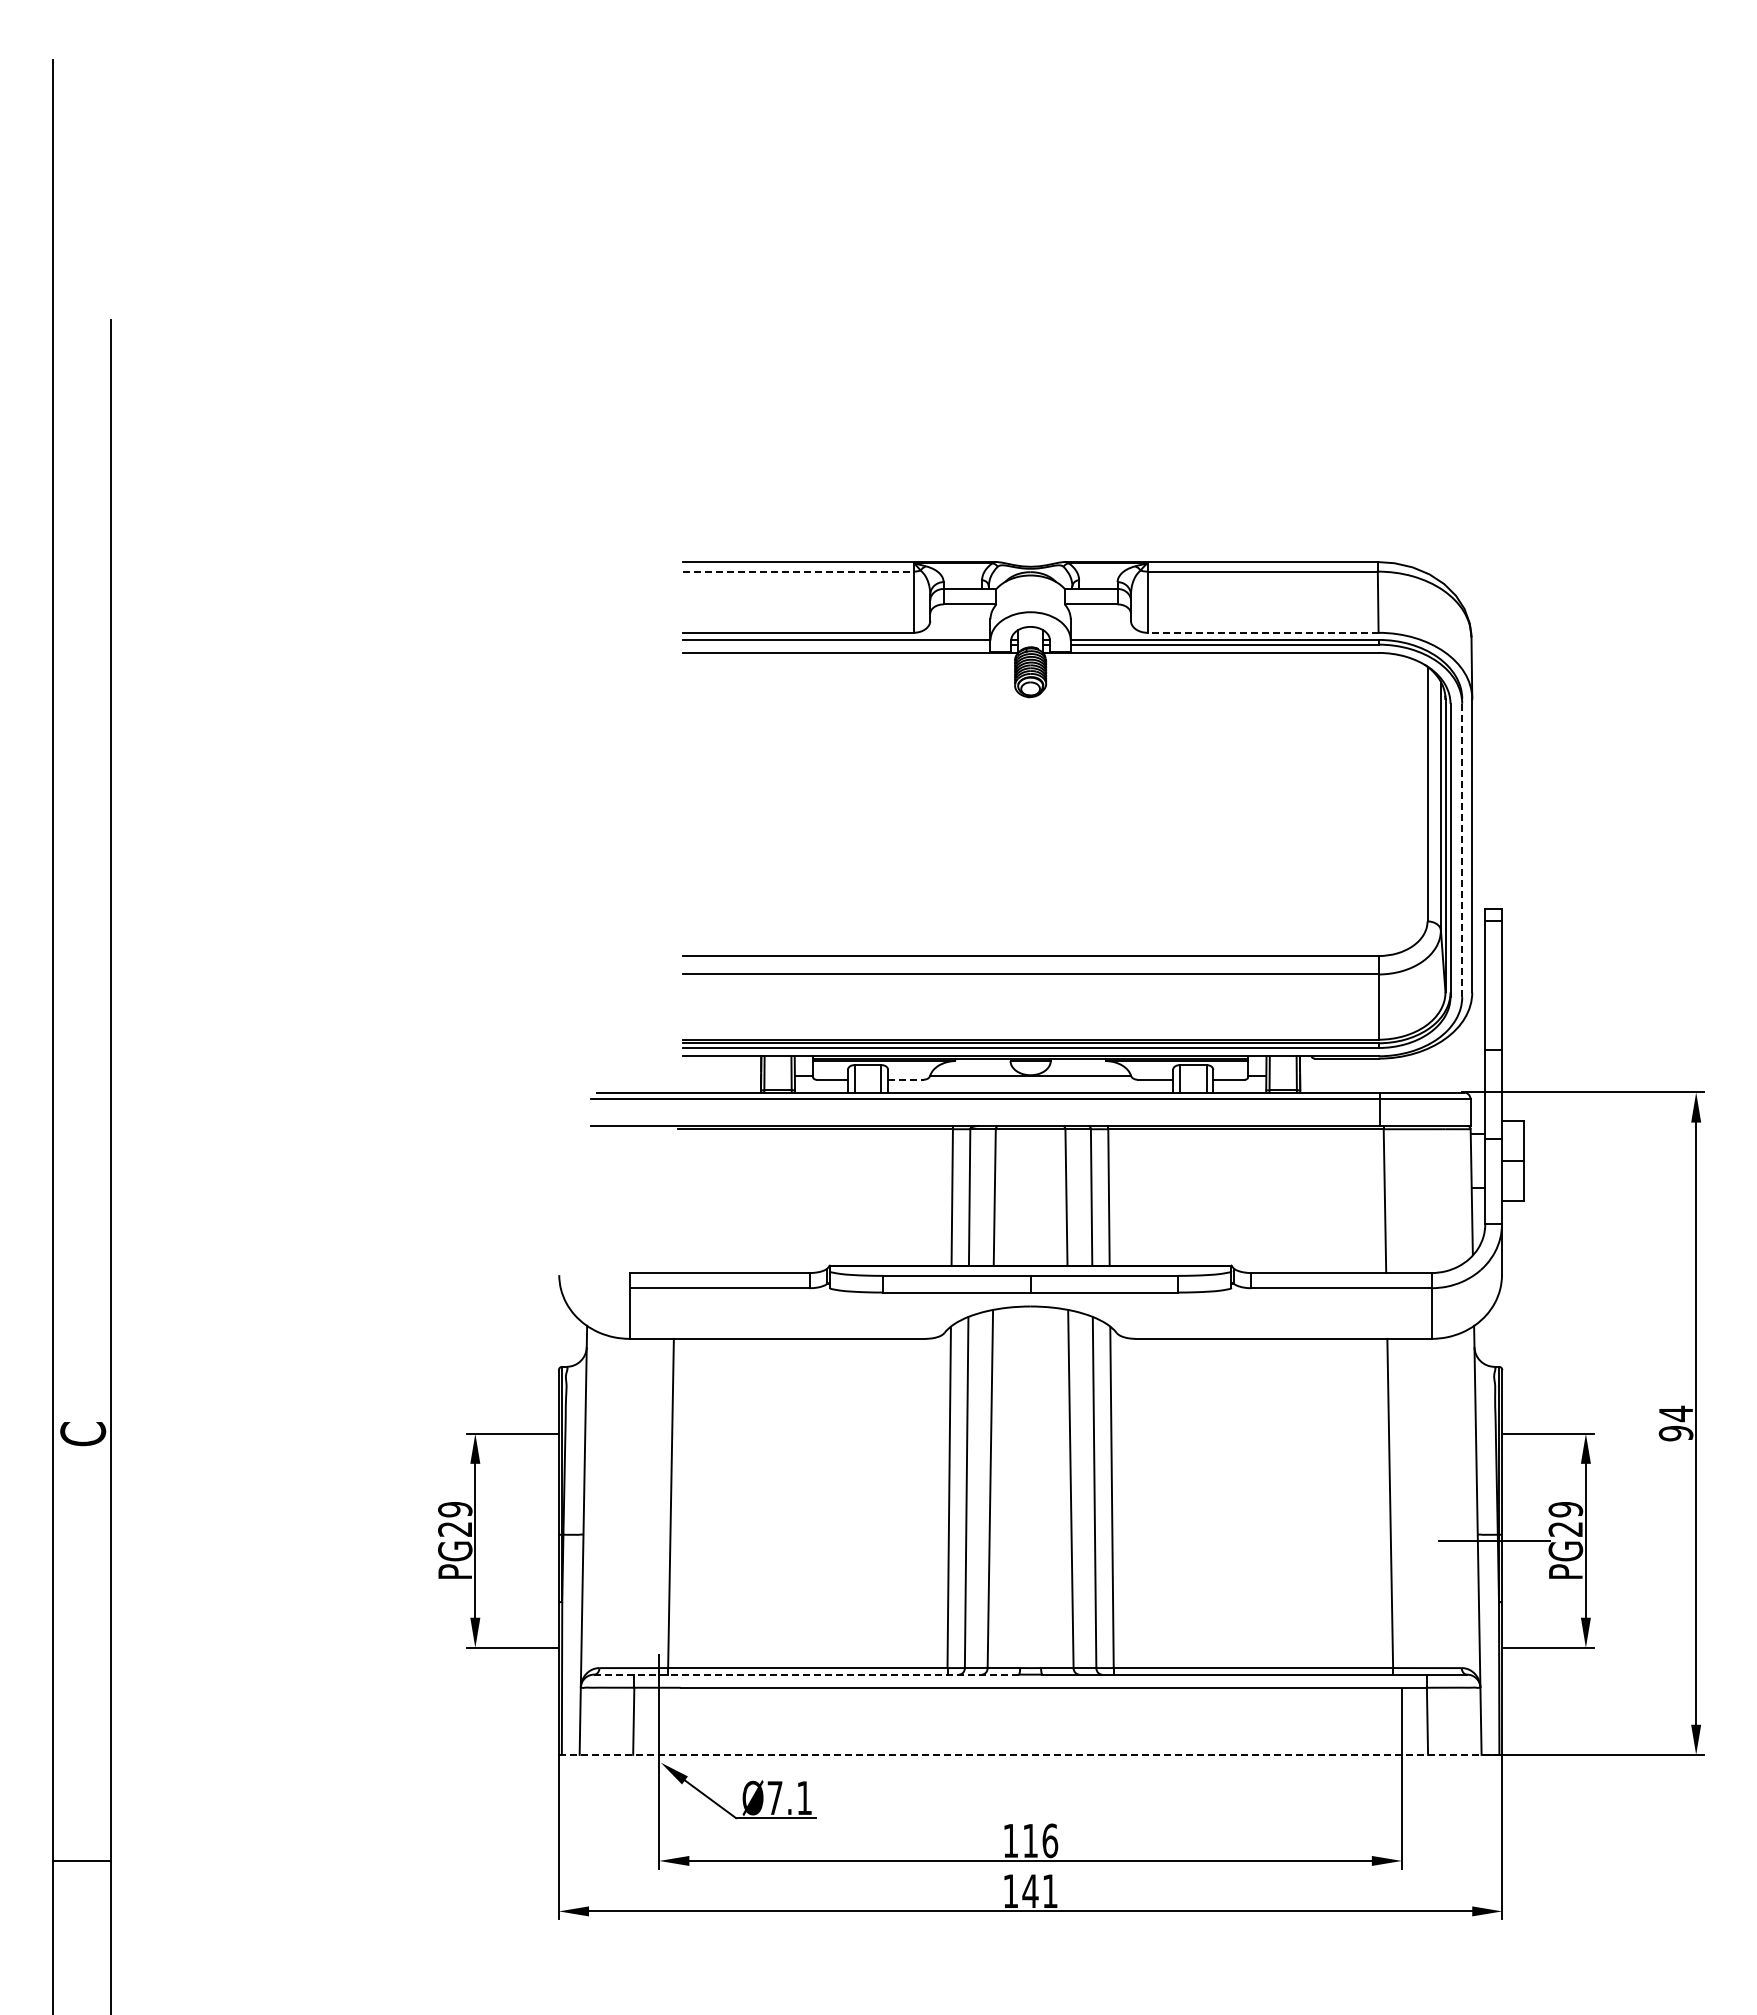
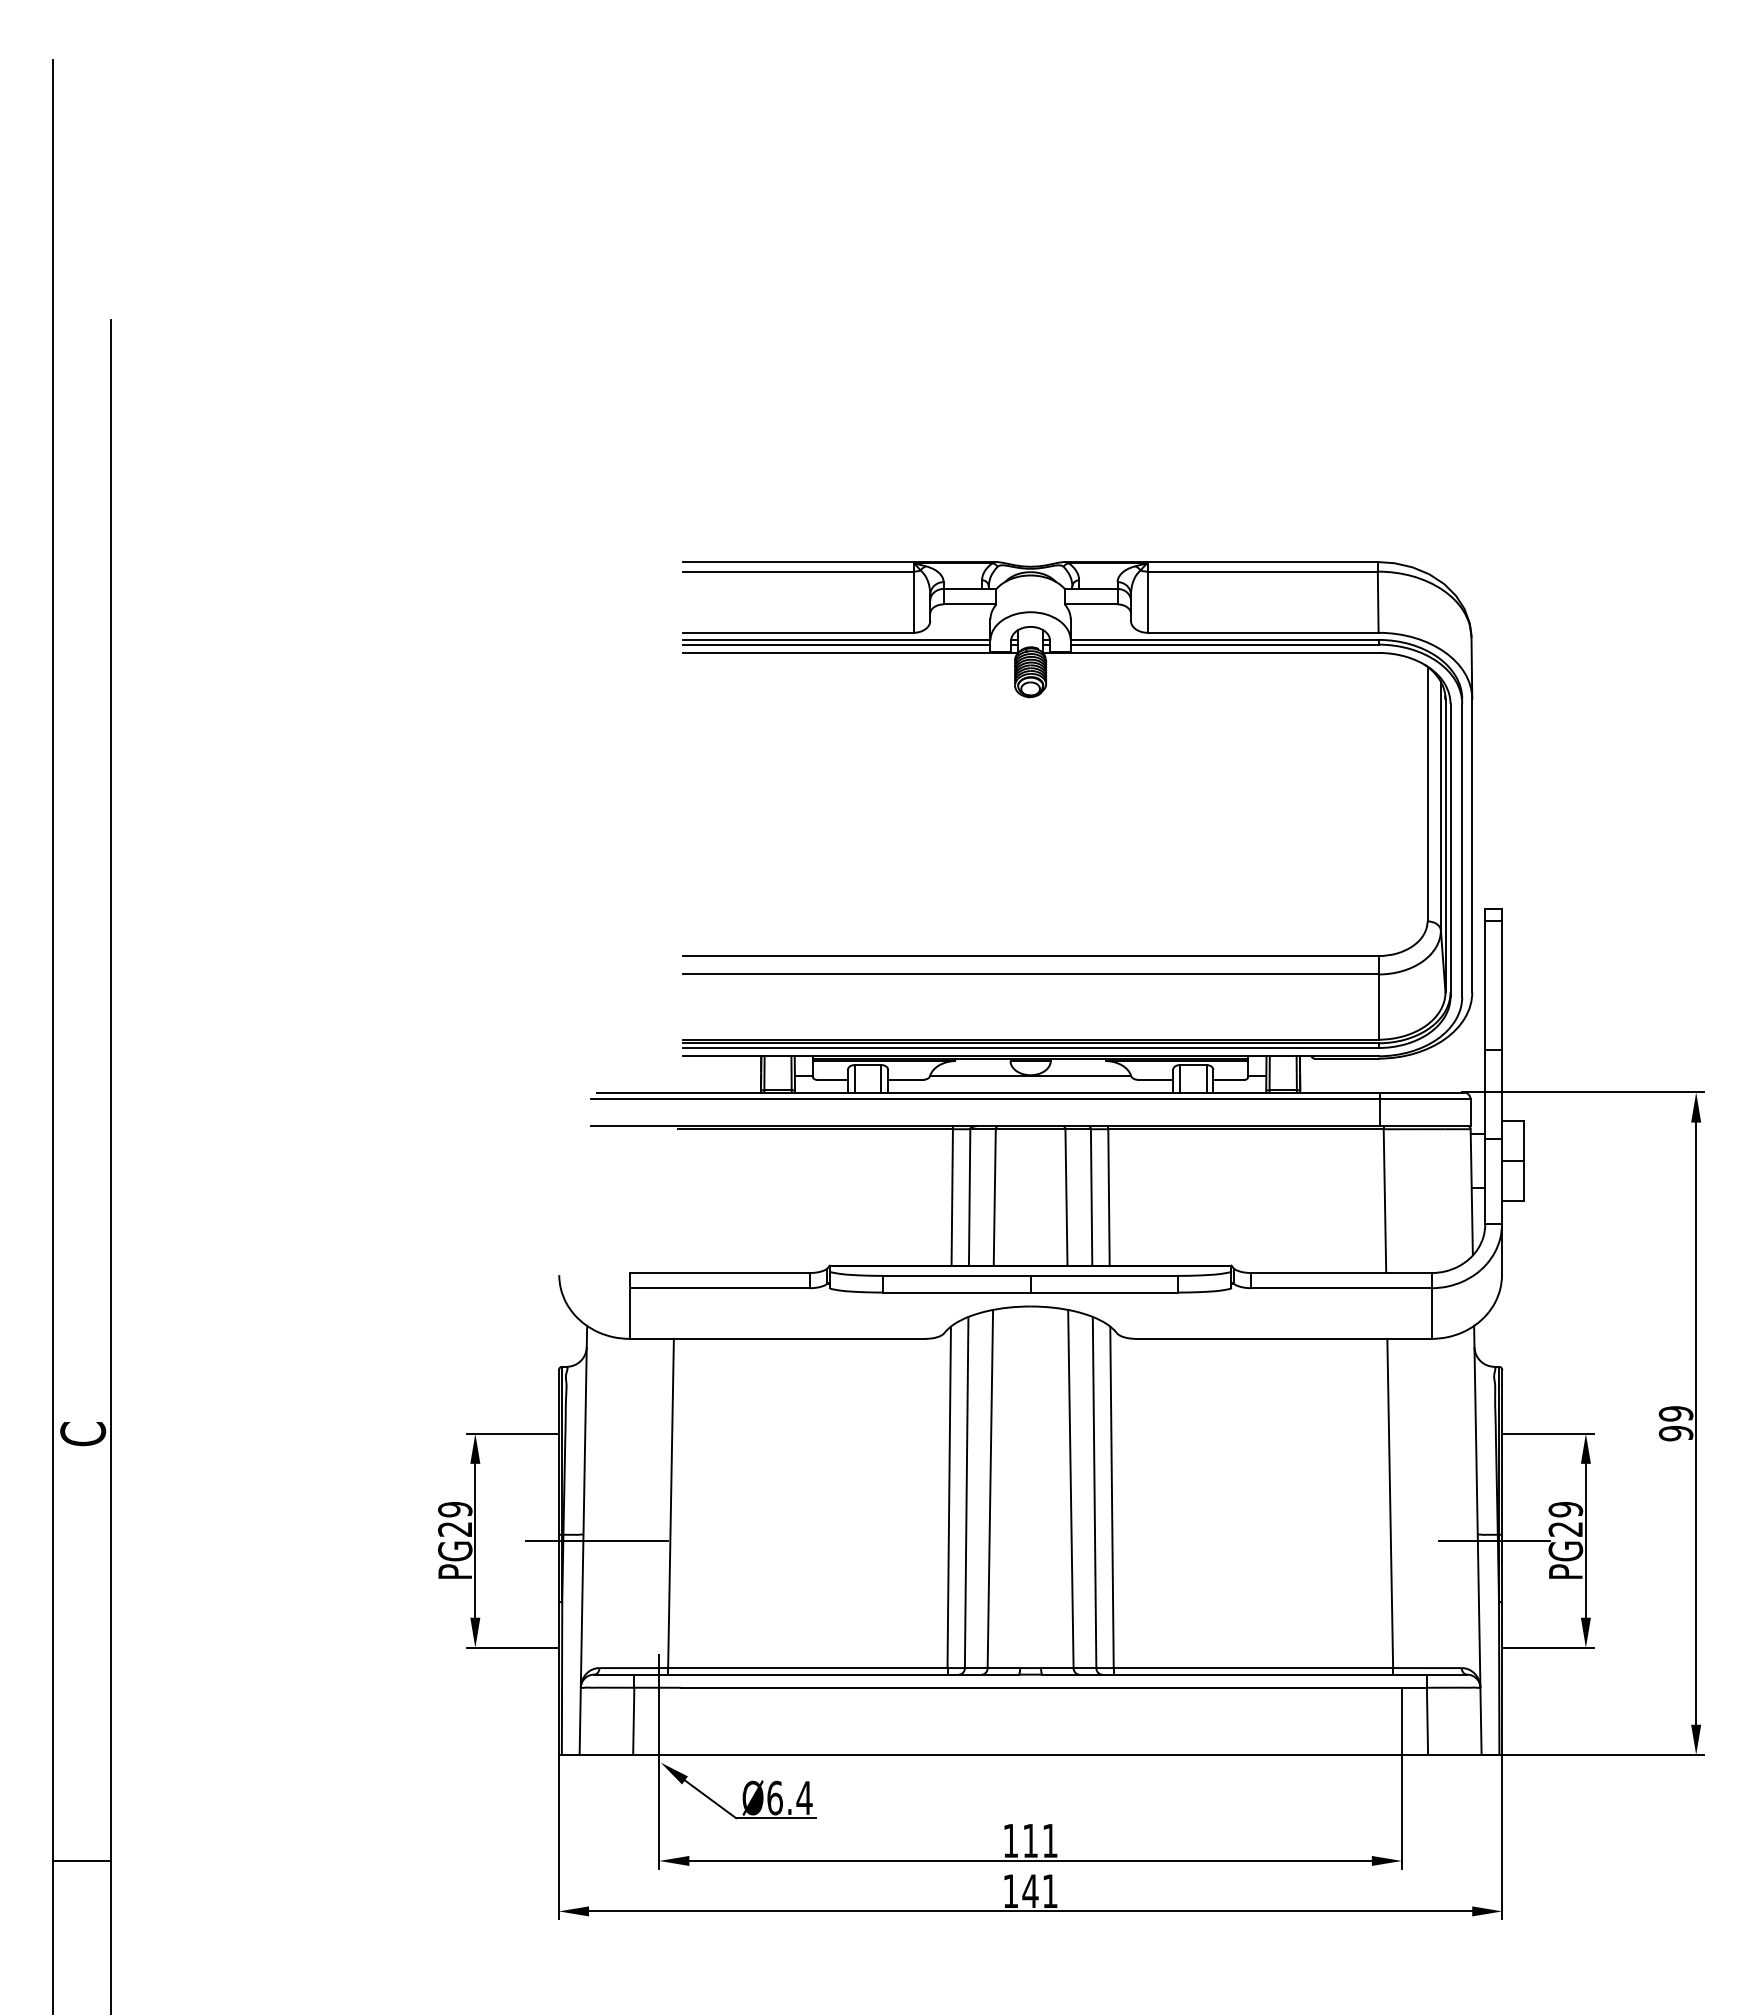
line at (798, 571): dashed -> solid
line at (1262, 632): dashed -> solid
line at (836, 644): none -> present
line at (1462, 850): dashed -> solid
line at (905, 1079): dashed -> solid
text at (1675, 1413): 94 -> 99
line at (597, 1540): none -> present
line at (806, 1674): dashed -> solid
line at (1030, 1754): dashed -> solid
text at (789, 1797): Ø7.1 -> Ø6.4
text at (1050, 1840): 116 -> 111
